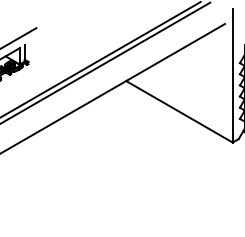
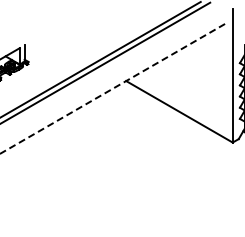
line at (19, 37): present -> none
line at (112, 88): solid -> dashed
